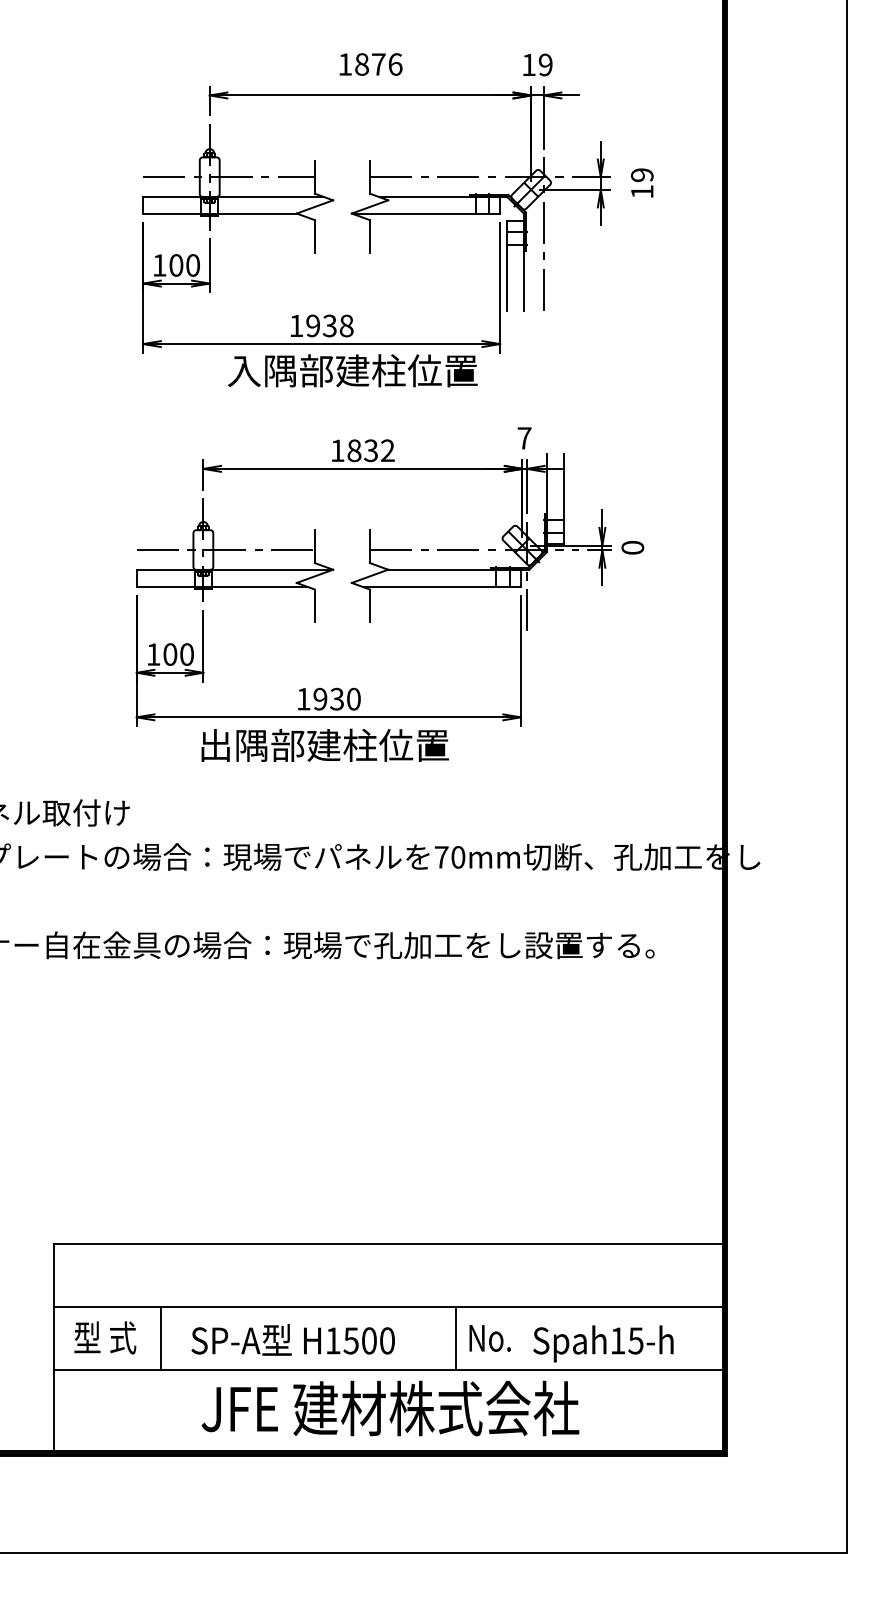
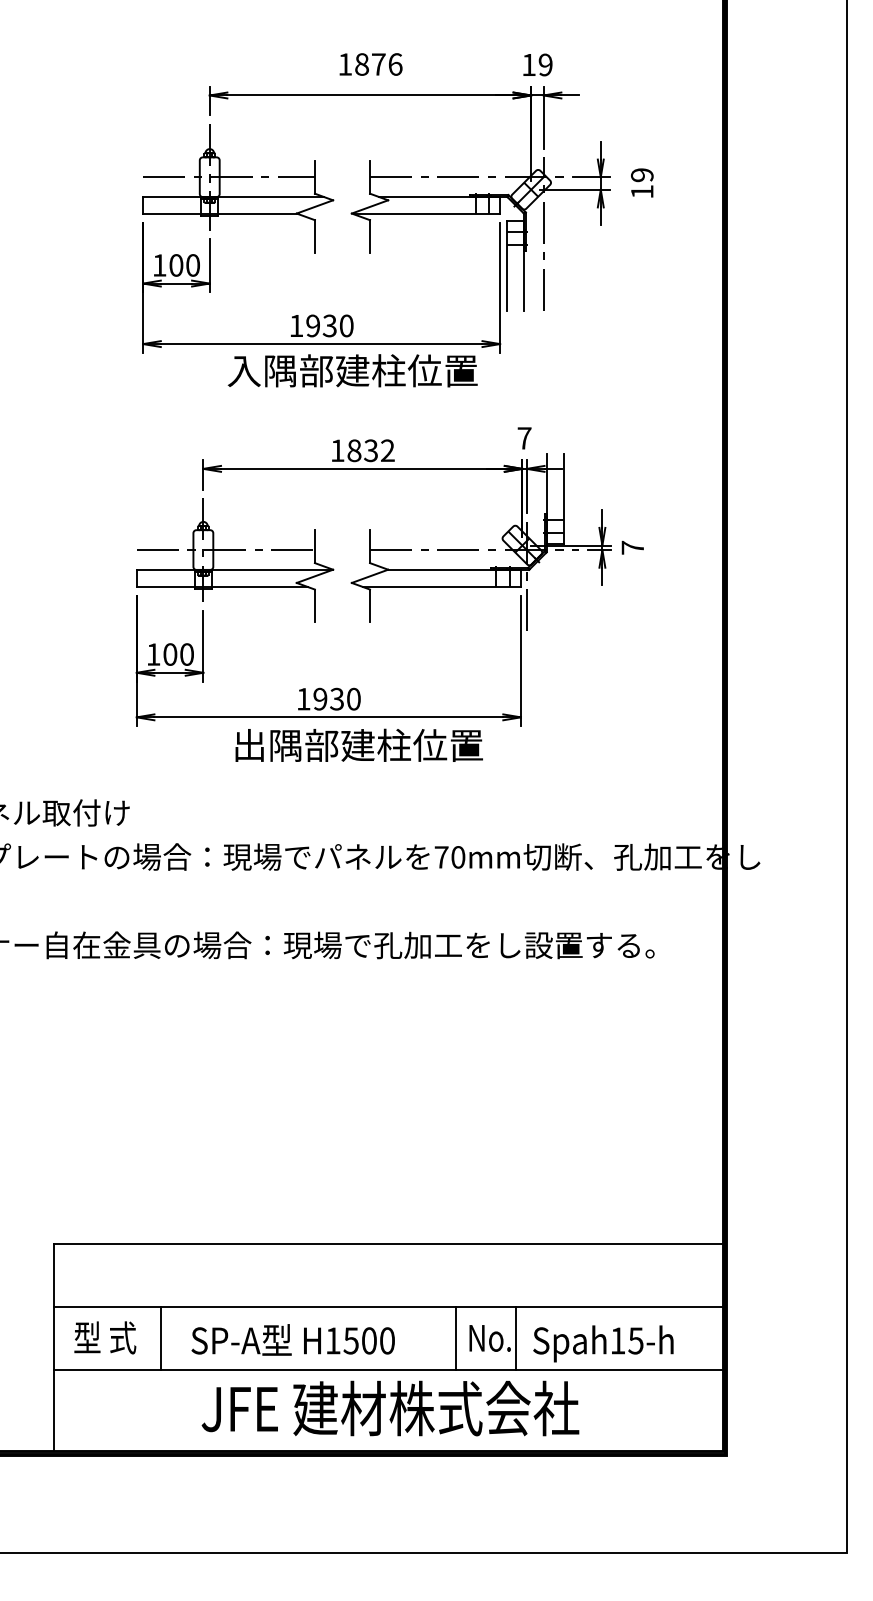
text at (346, 326): 1938 -> 1930
text at (632, 547): 0 -> 7
text at (324, 744) position: (324, 744) -> (358, 744)
line at (515, 1338): none -> present
